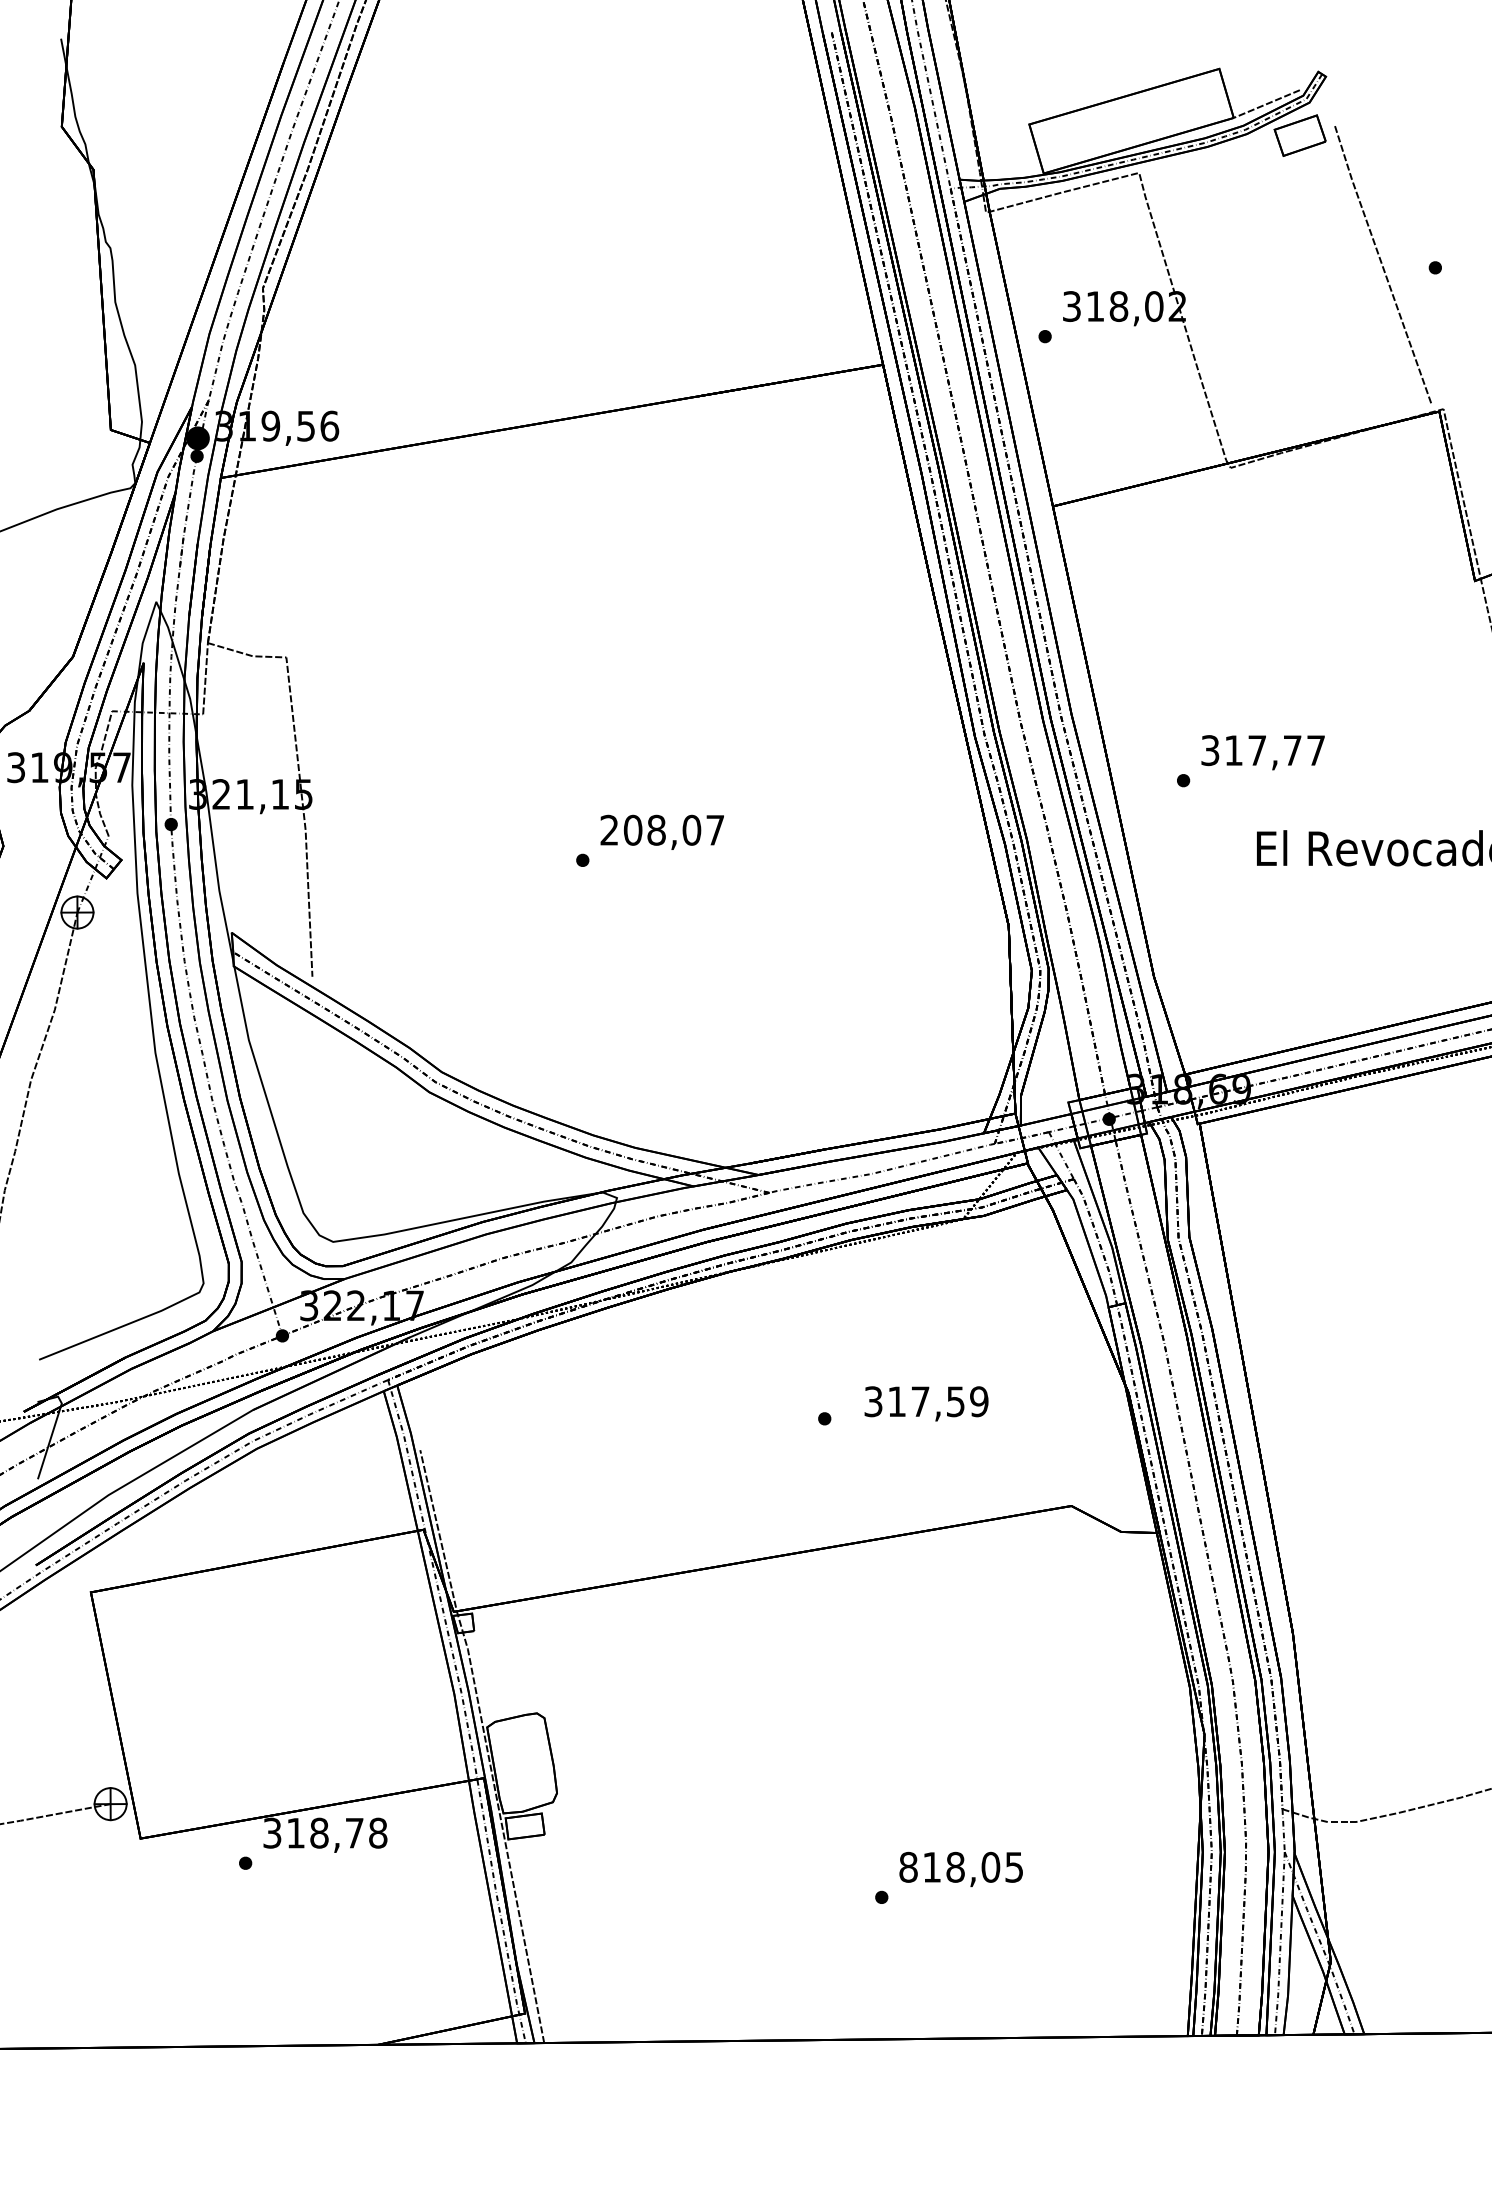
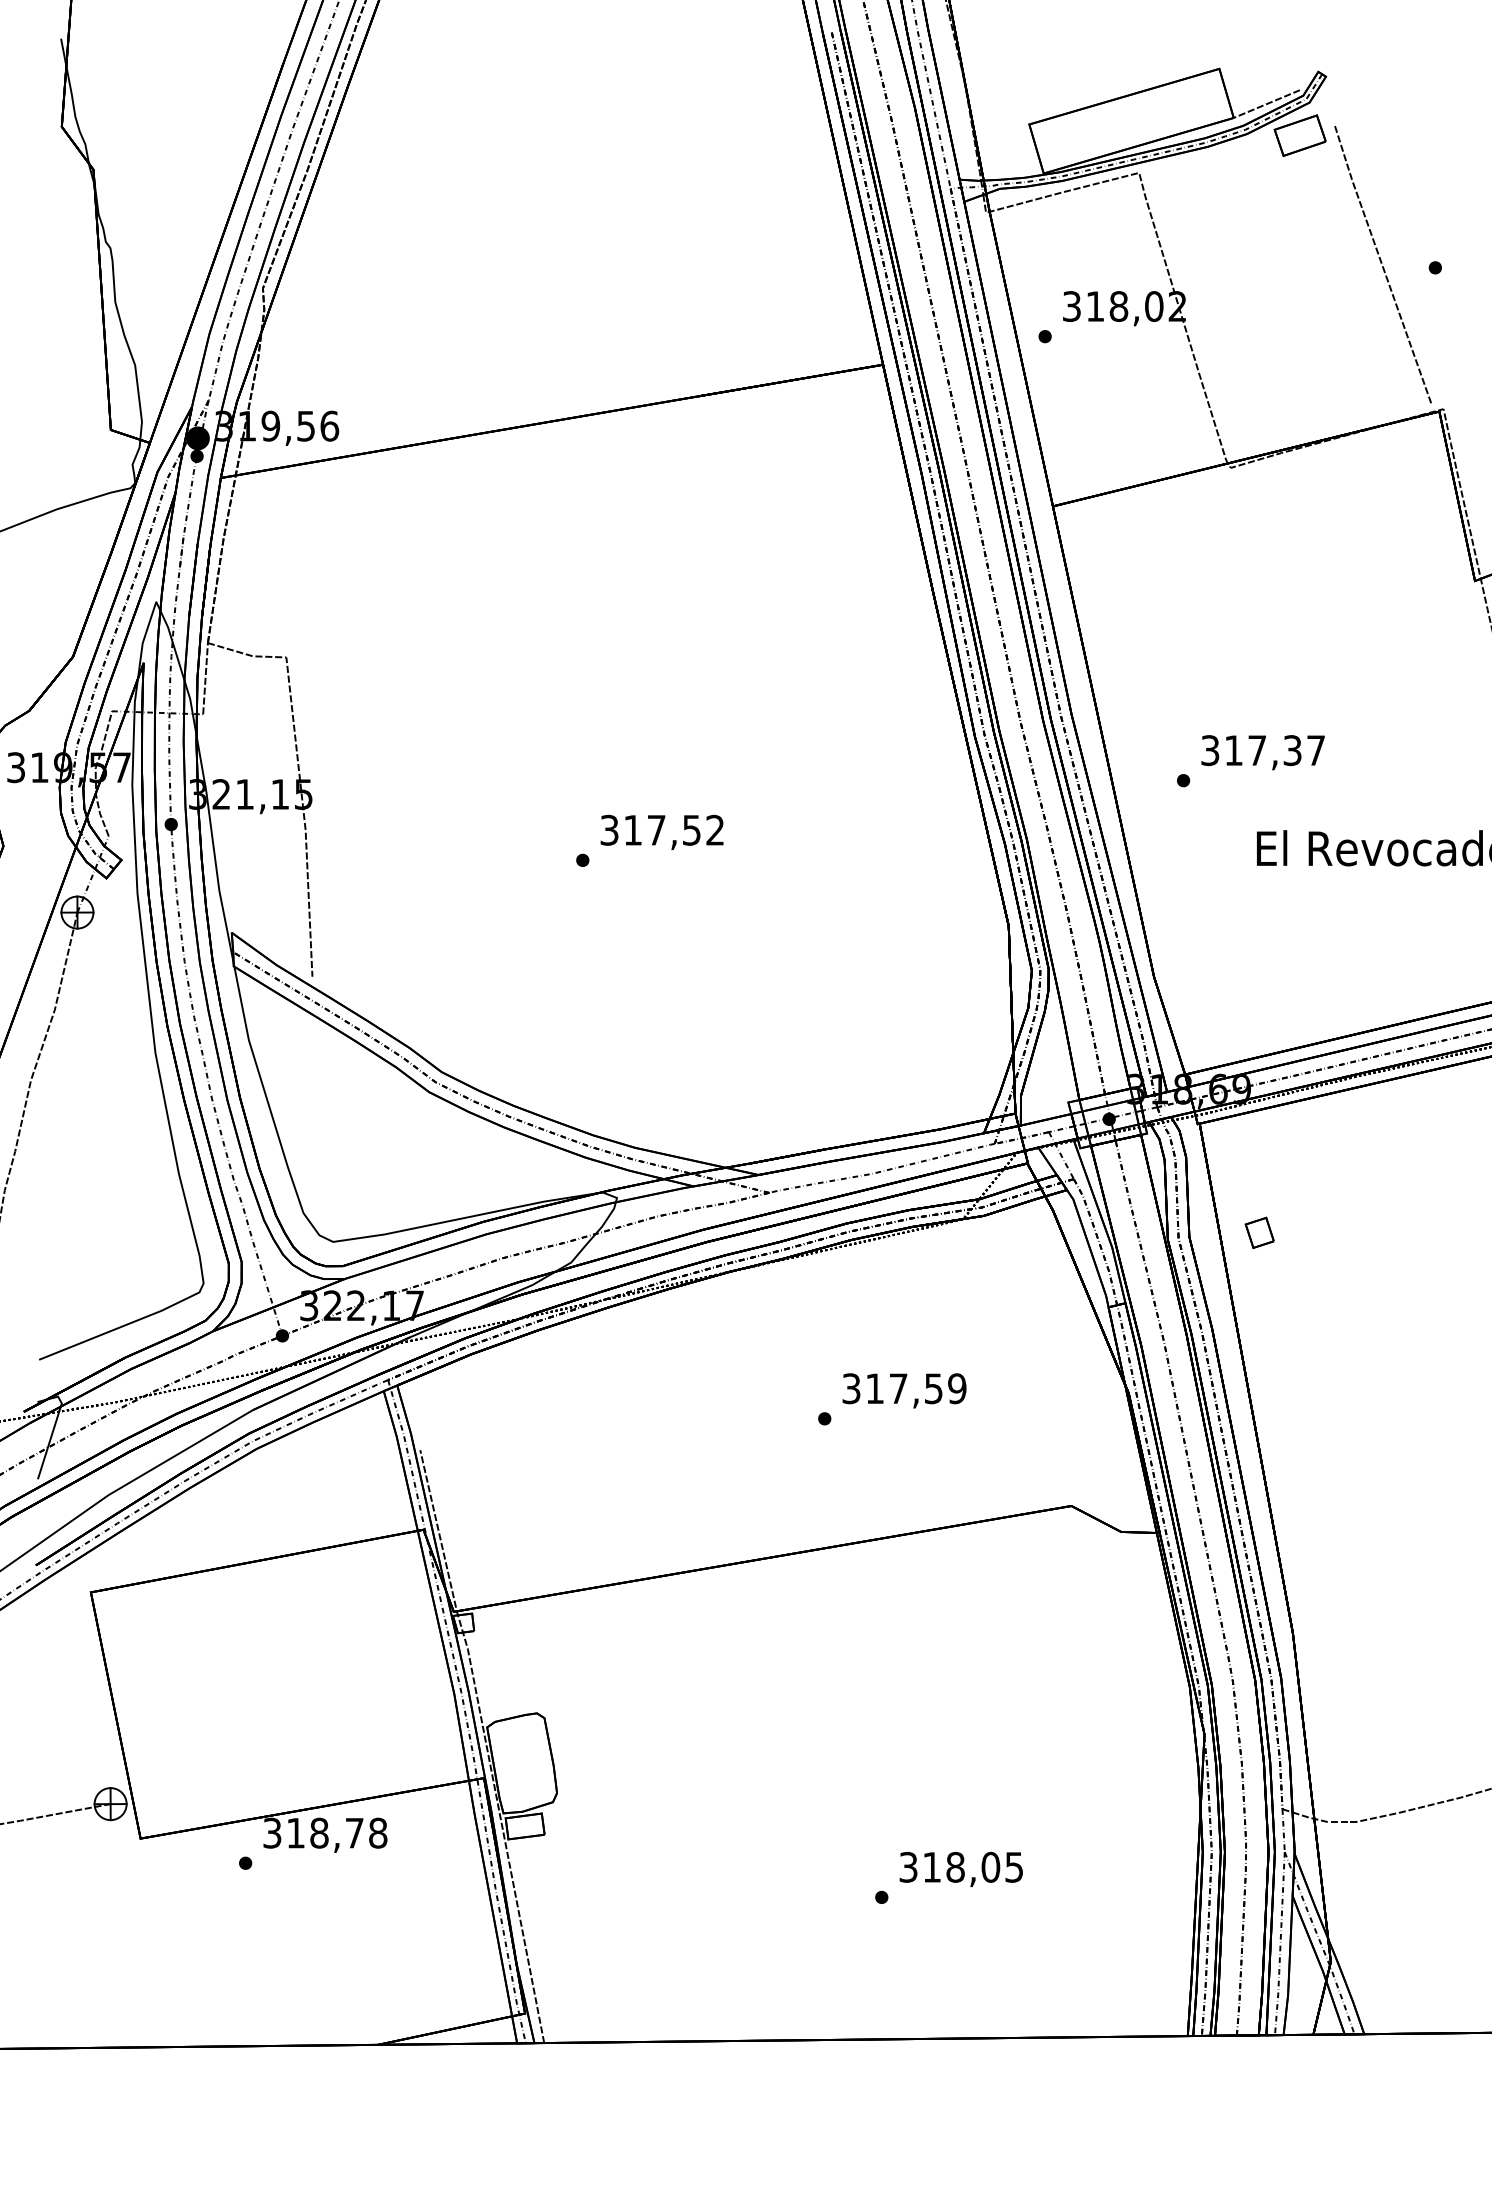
text at (1292, 750): 317,77 -> 317,37
text at (661, 829): 208,07 -> 317,52
part at (1259, 1232): none -> present
text at (926, 1403) position: (926, 1403) -> (904, 1390)
text at (908, 1867): 818,05 -> 318,05
